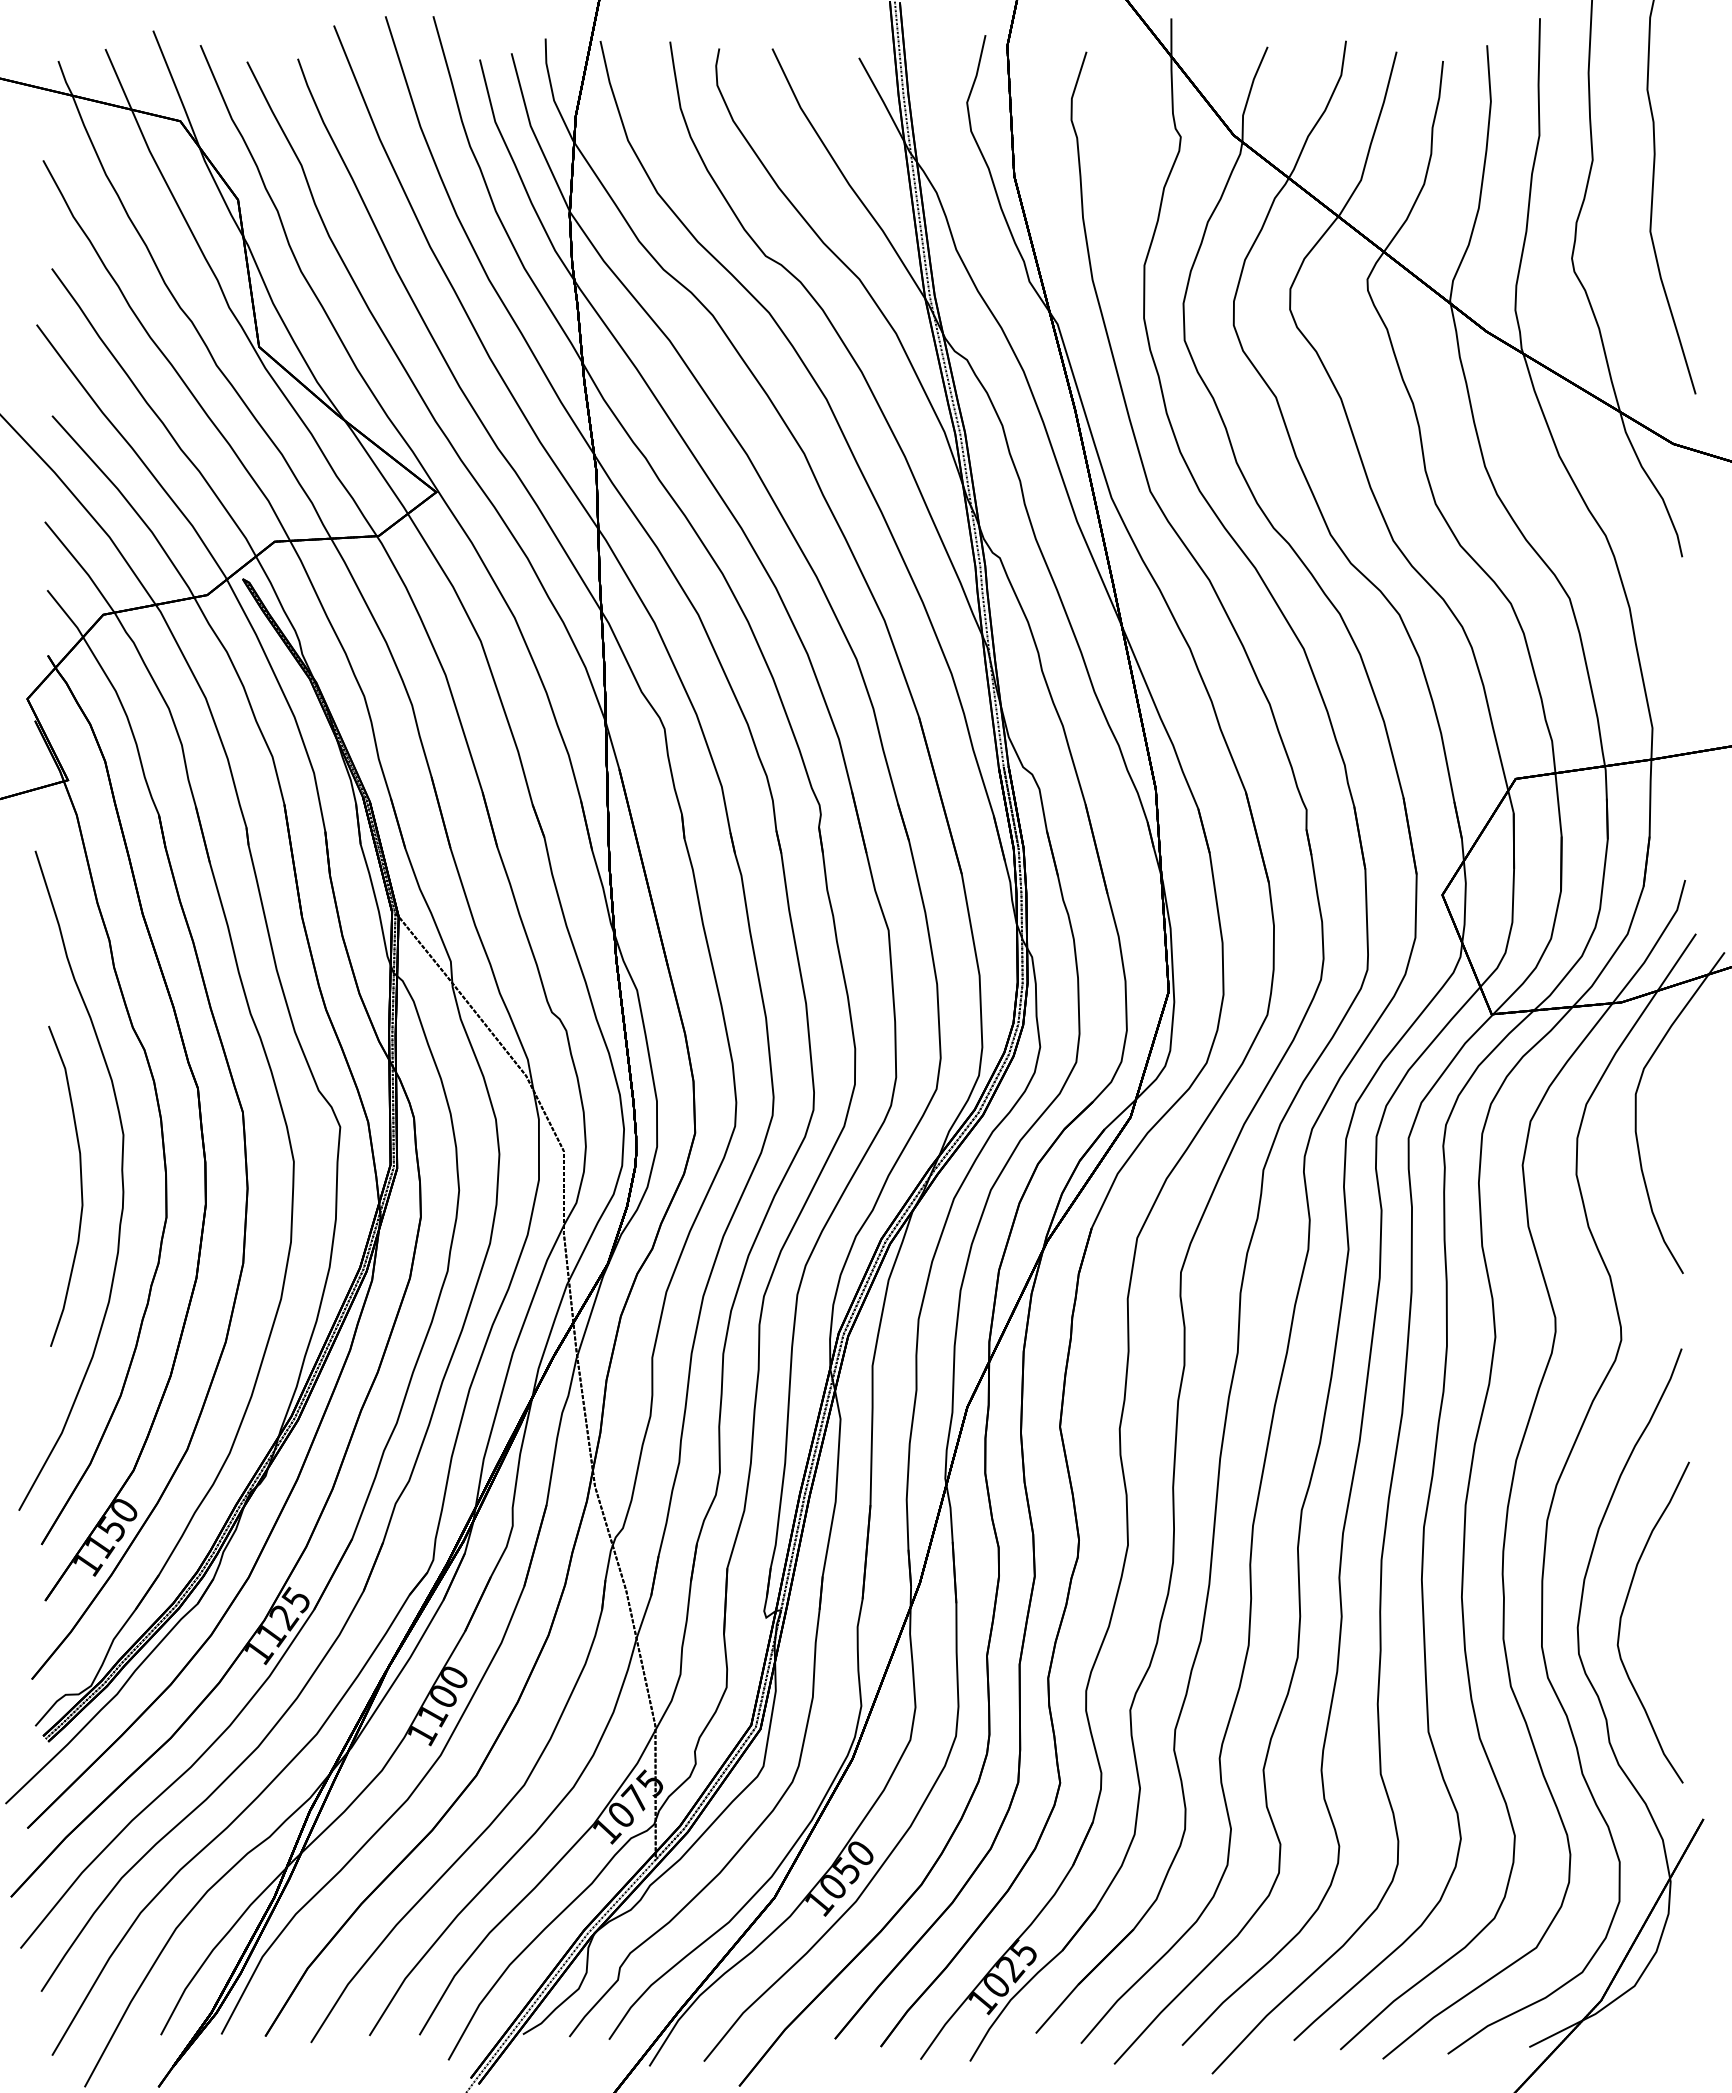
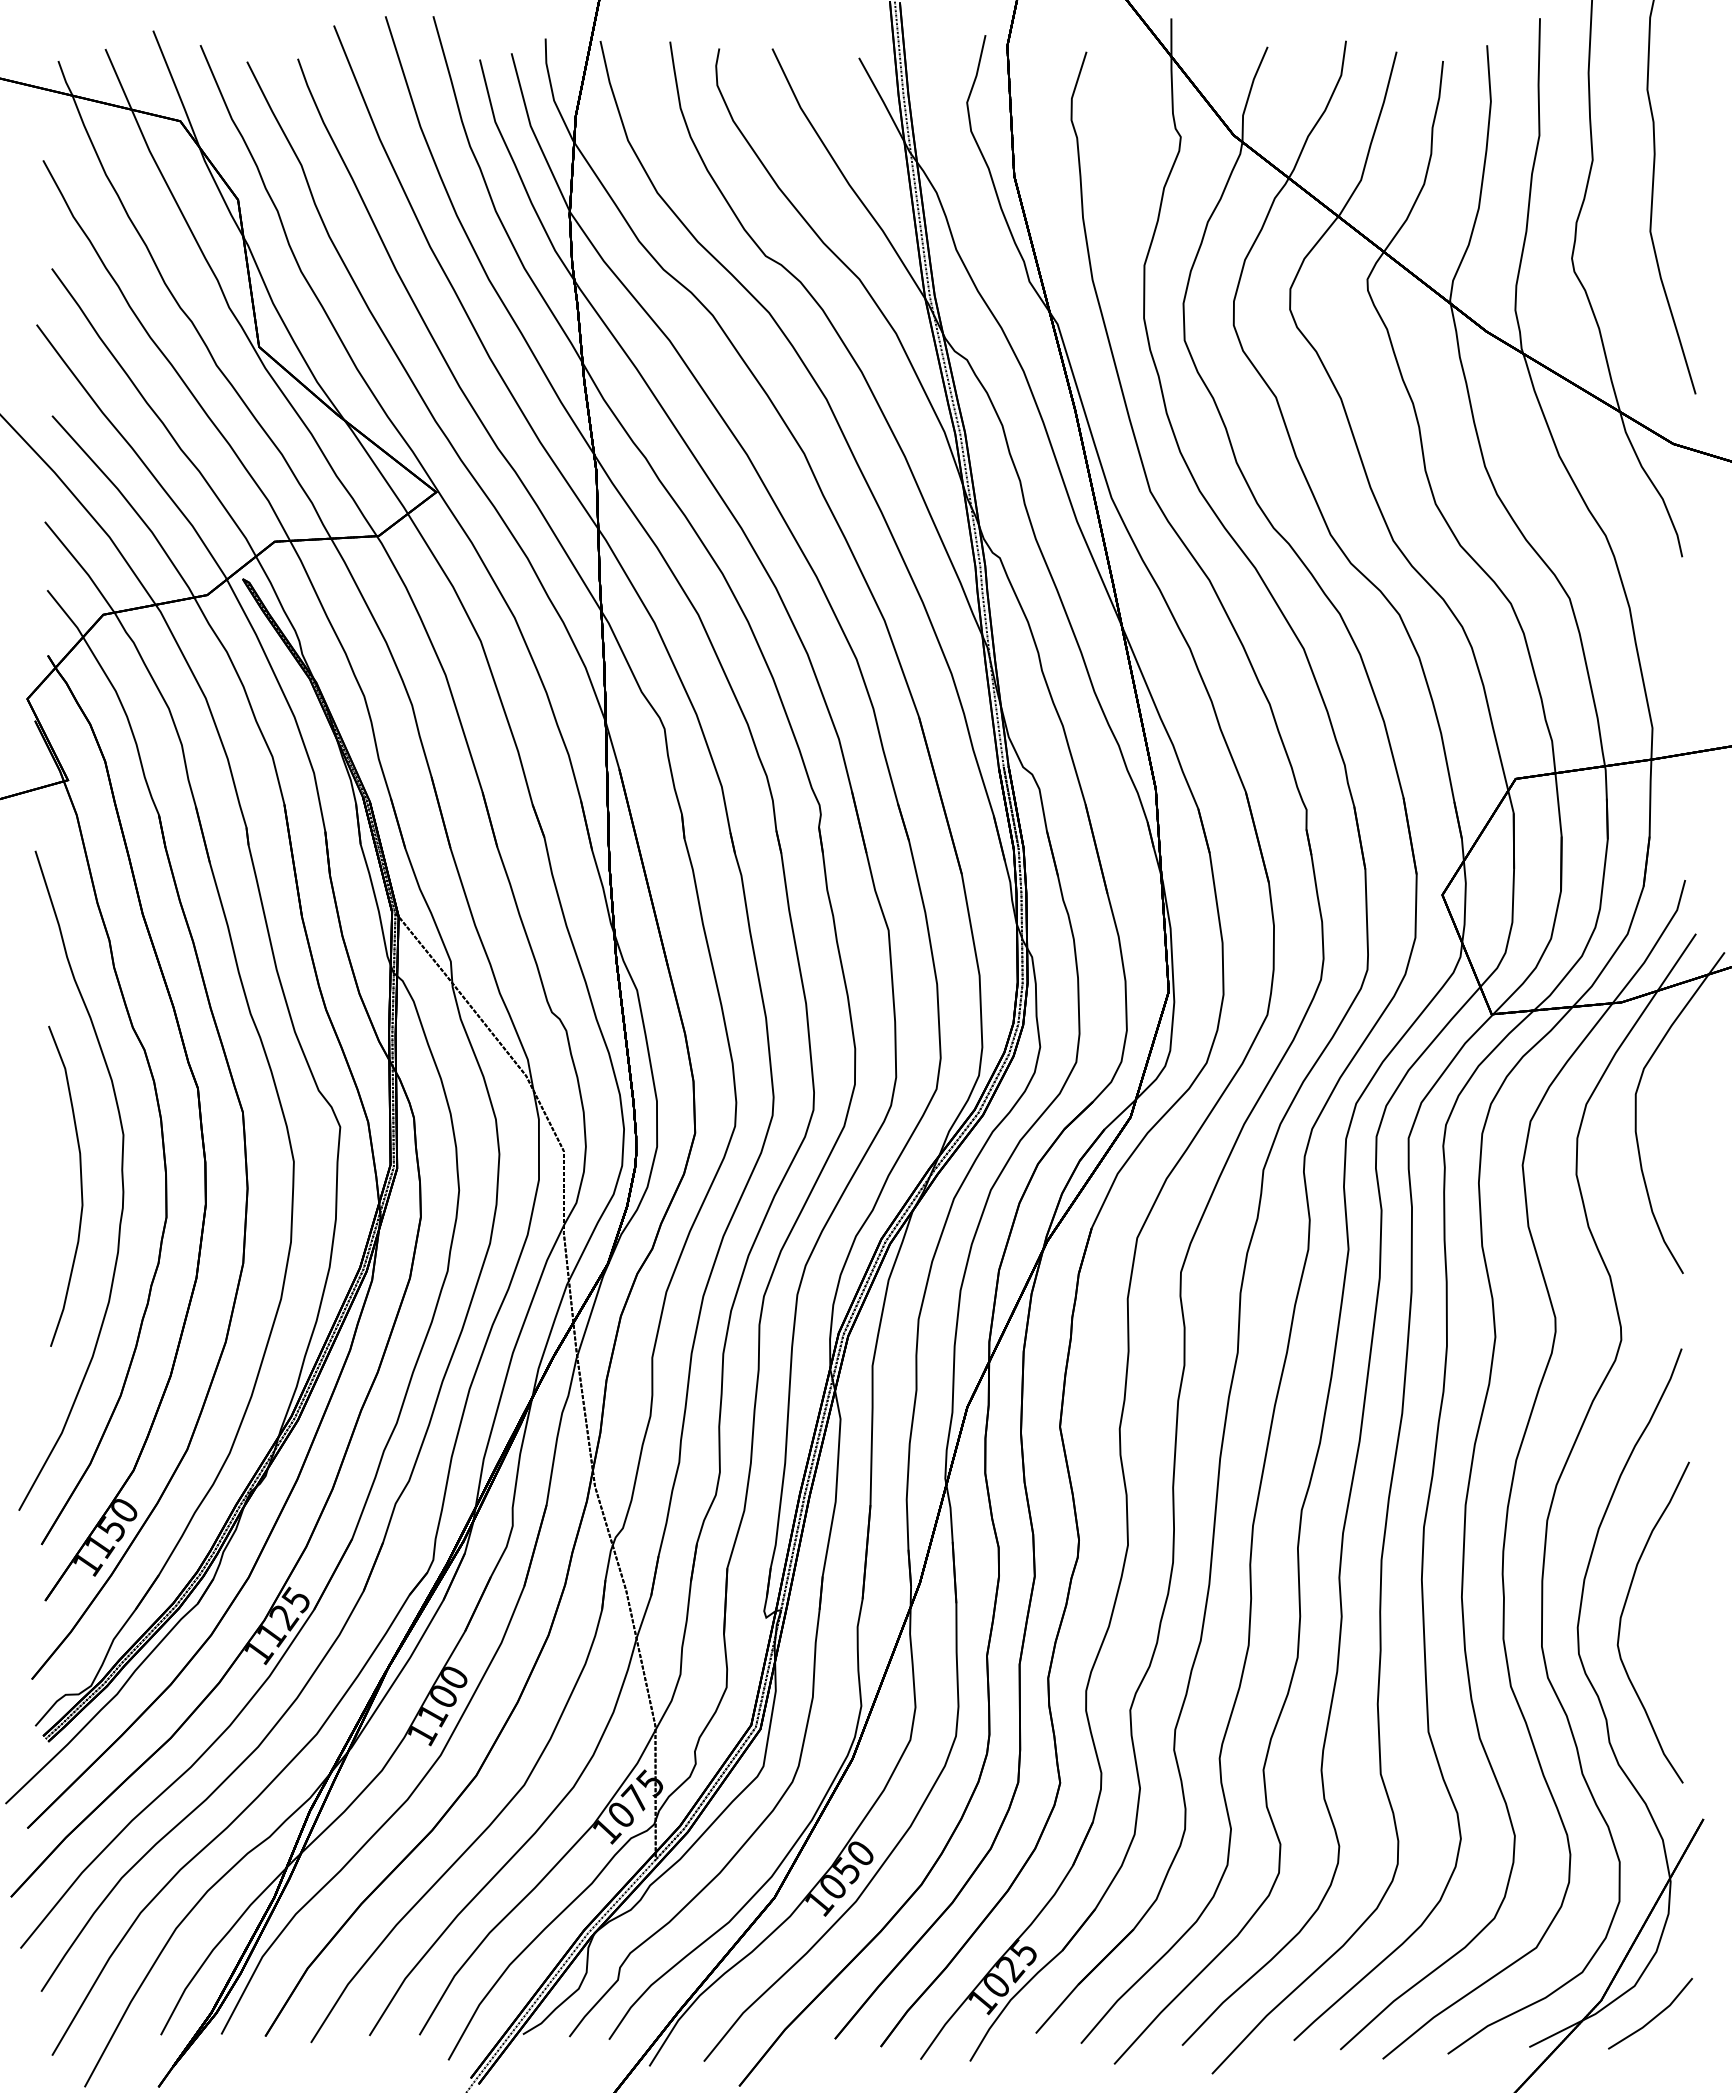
line at (1654, 2016): none -> present
